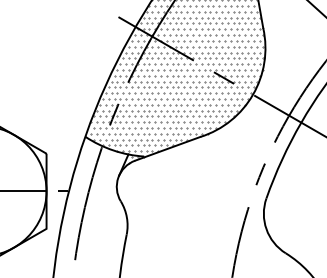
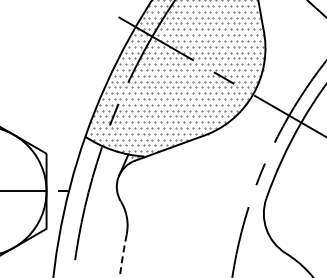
arc at (122, 256): solid -> dashed
